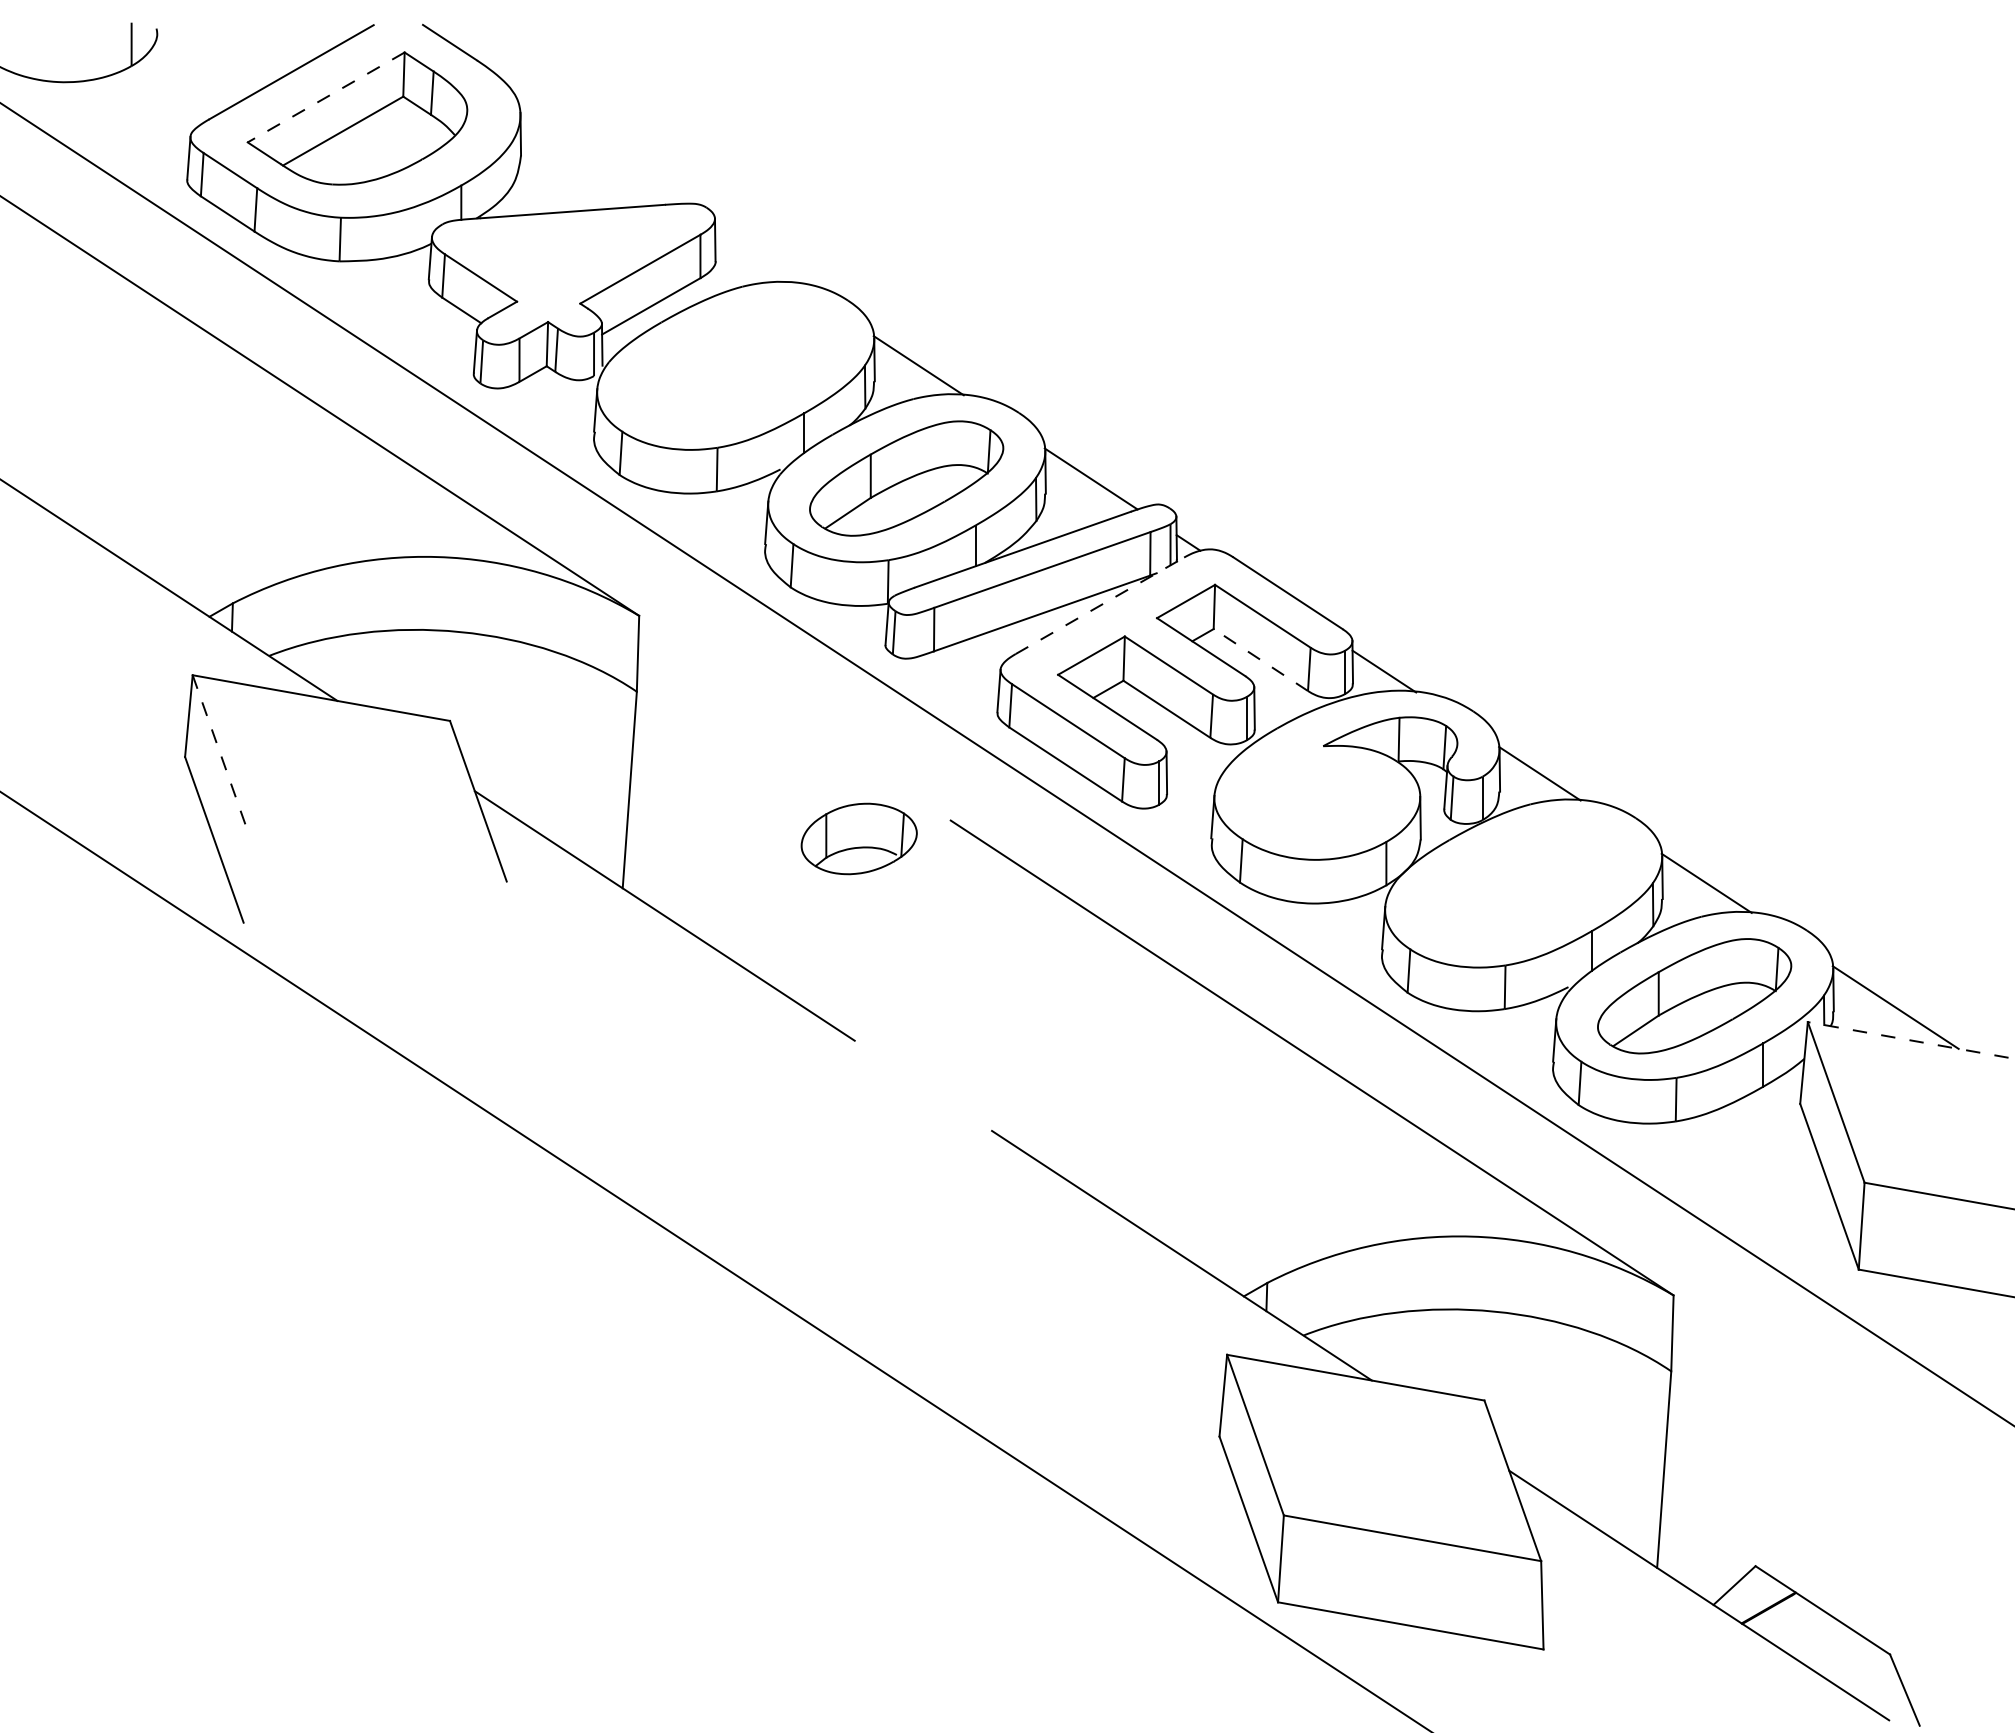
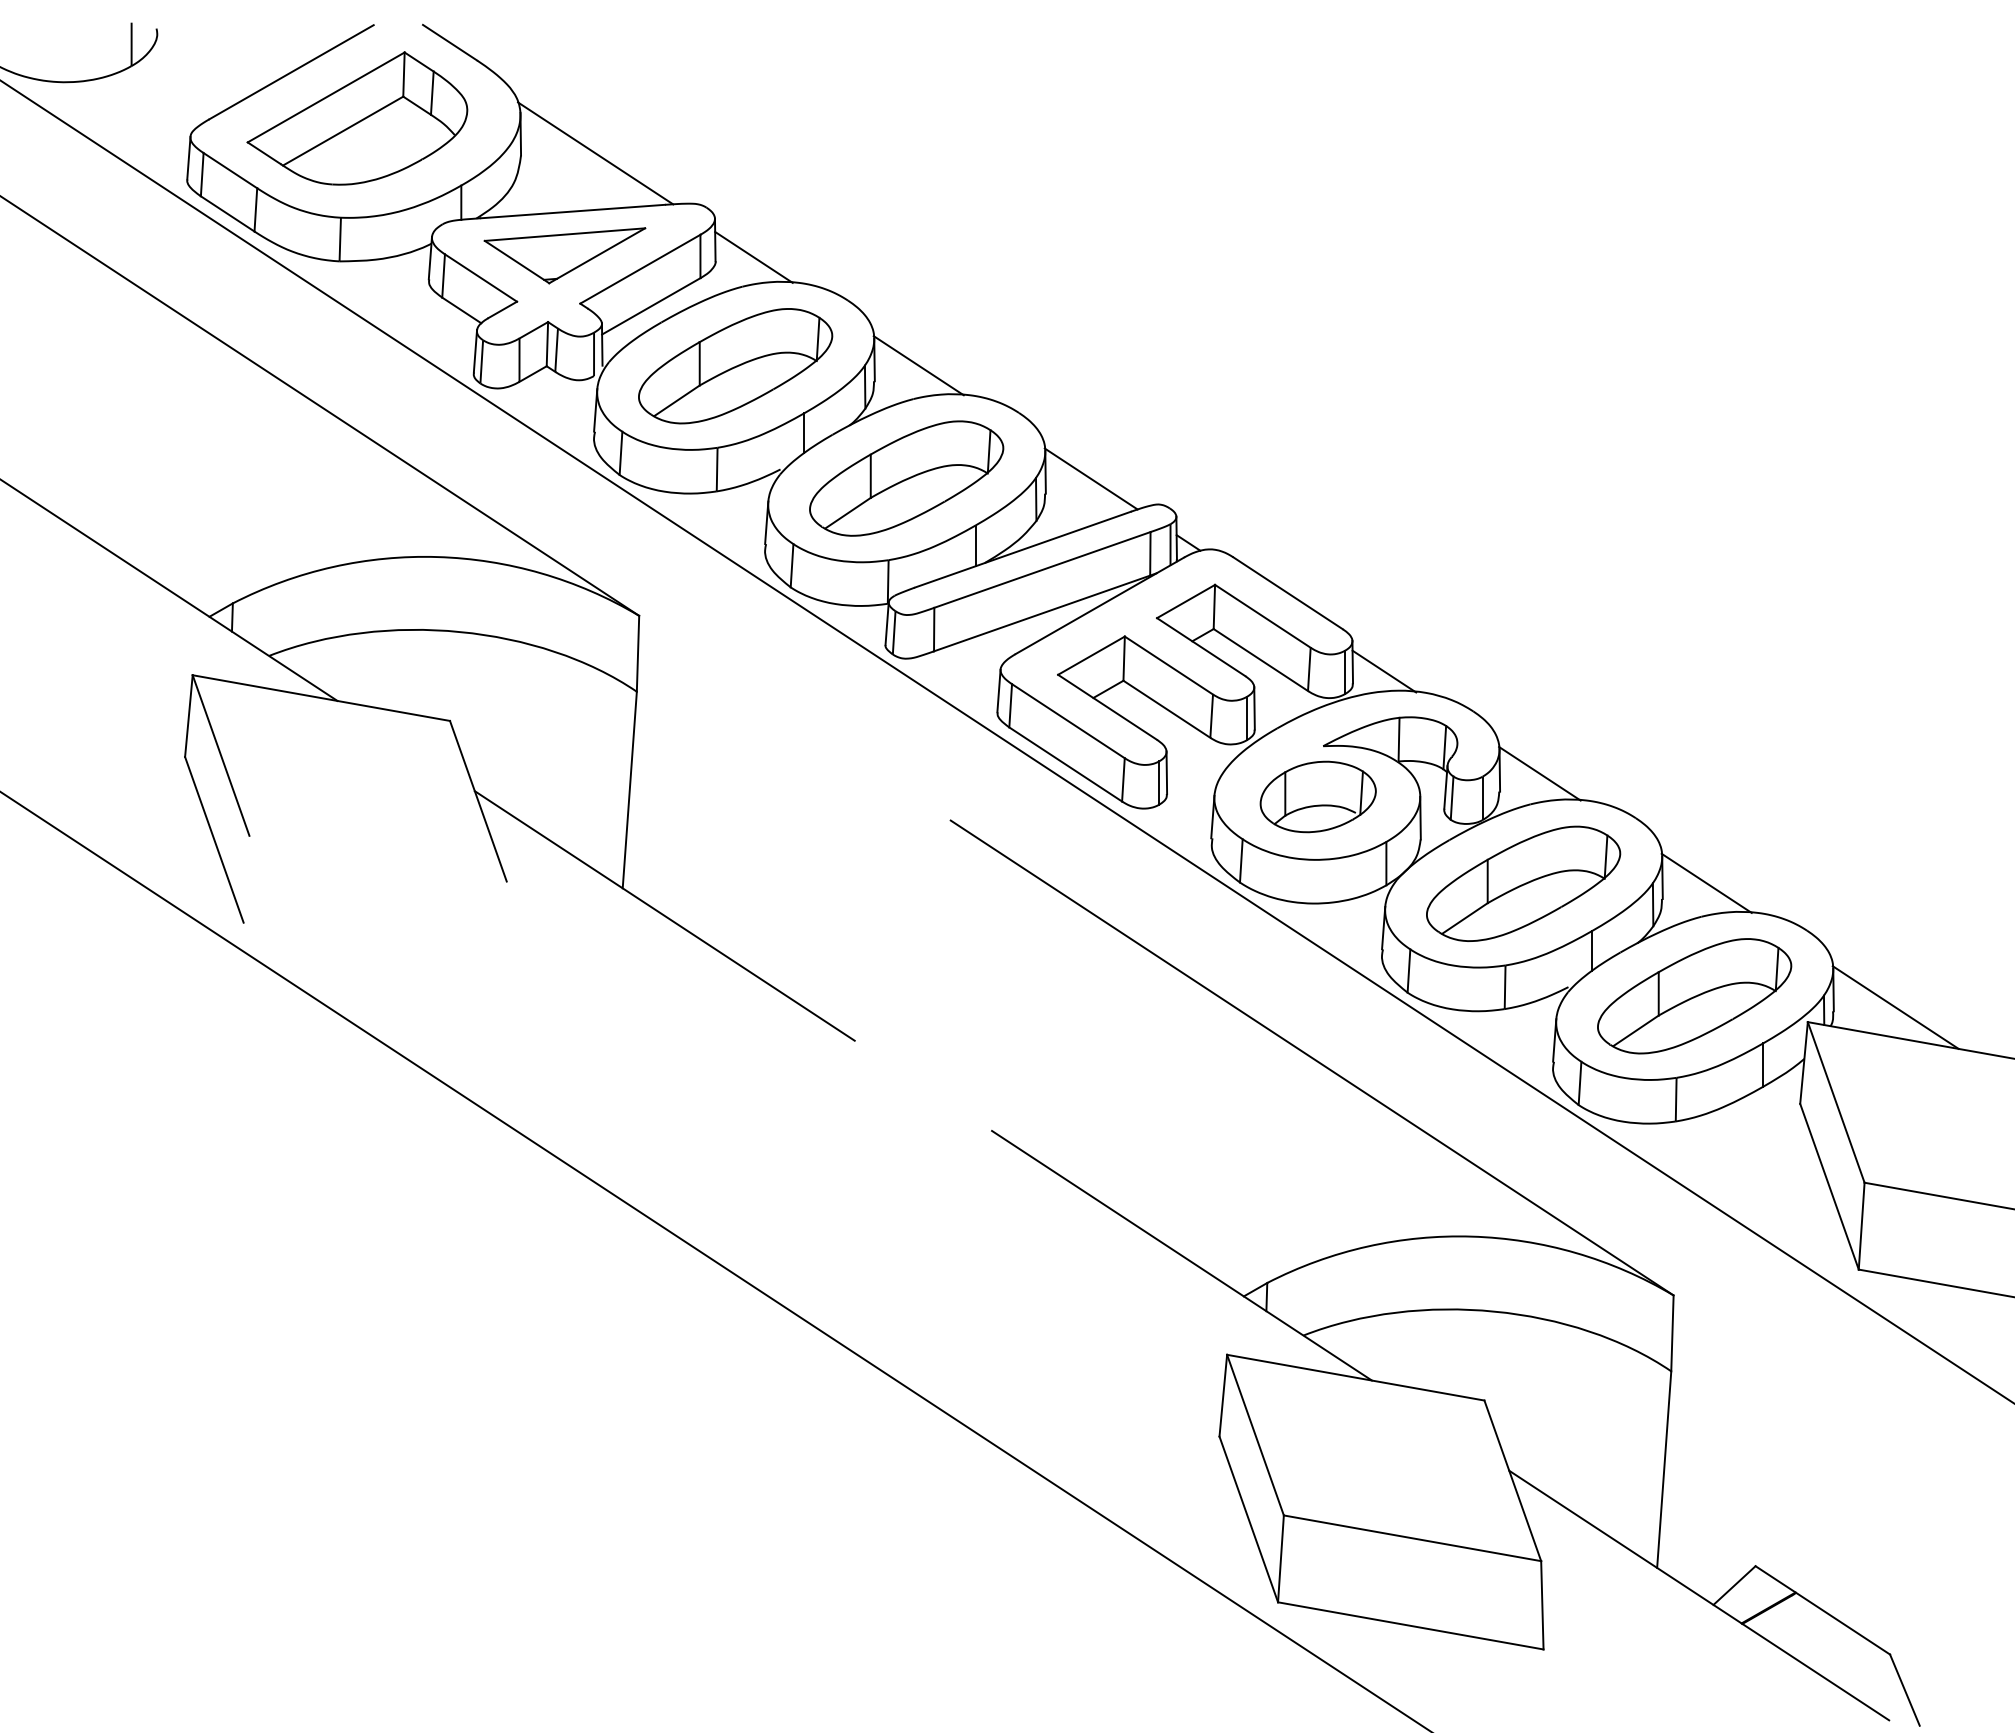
line at (325, 97): dashed -> solid
line at (595, 153): none -> present
part at (564, 255): none -> present
line at (753, 256): none -> present
part at (735, 366): none -> present
line at (1100, 605): dashed -> solid
line at (1260, 659): dashed -> solid
line at (221, 756): dashed -> solid
line at (1006, 764) position: (1006, 764) -> (1006, 741)
part at (858, 838) position: (858, 838) -> (1317, 796)
part at (1523, 883): none -> present
line at (1910, 1040): dashed -> solid
